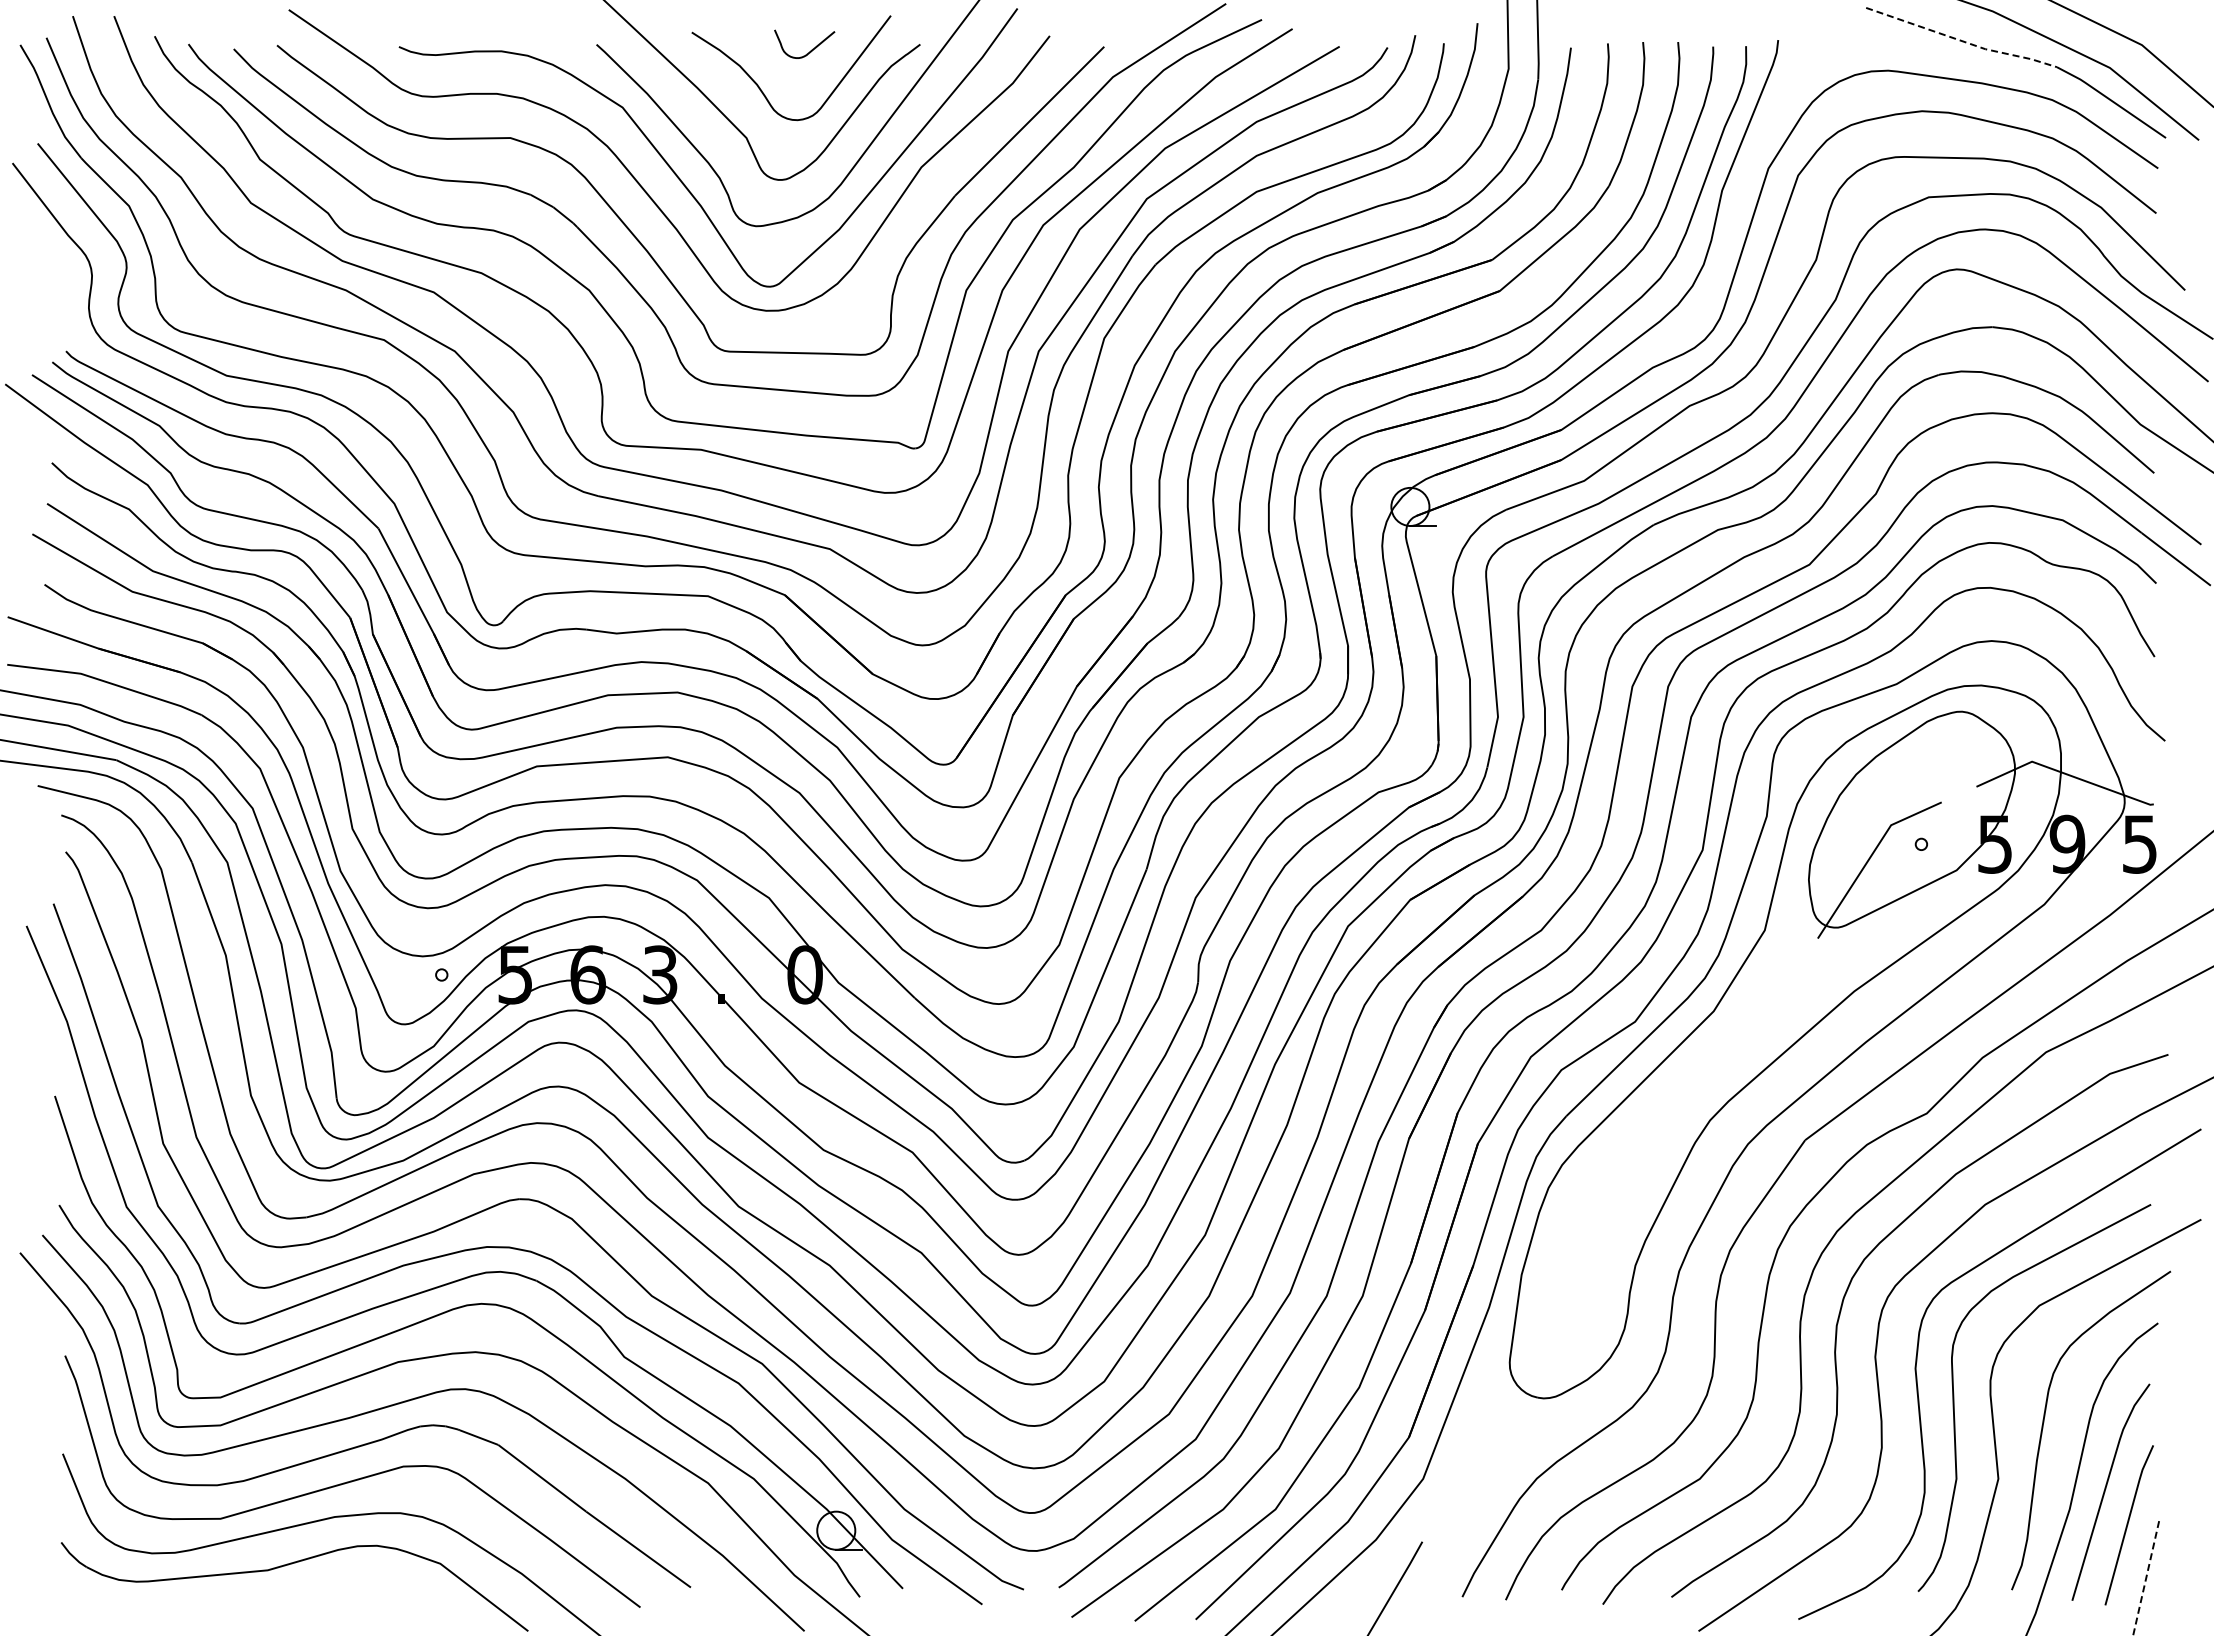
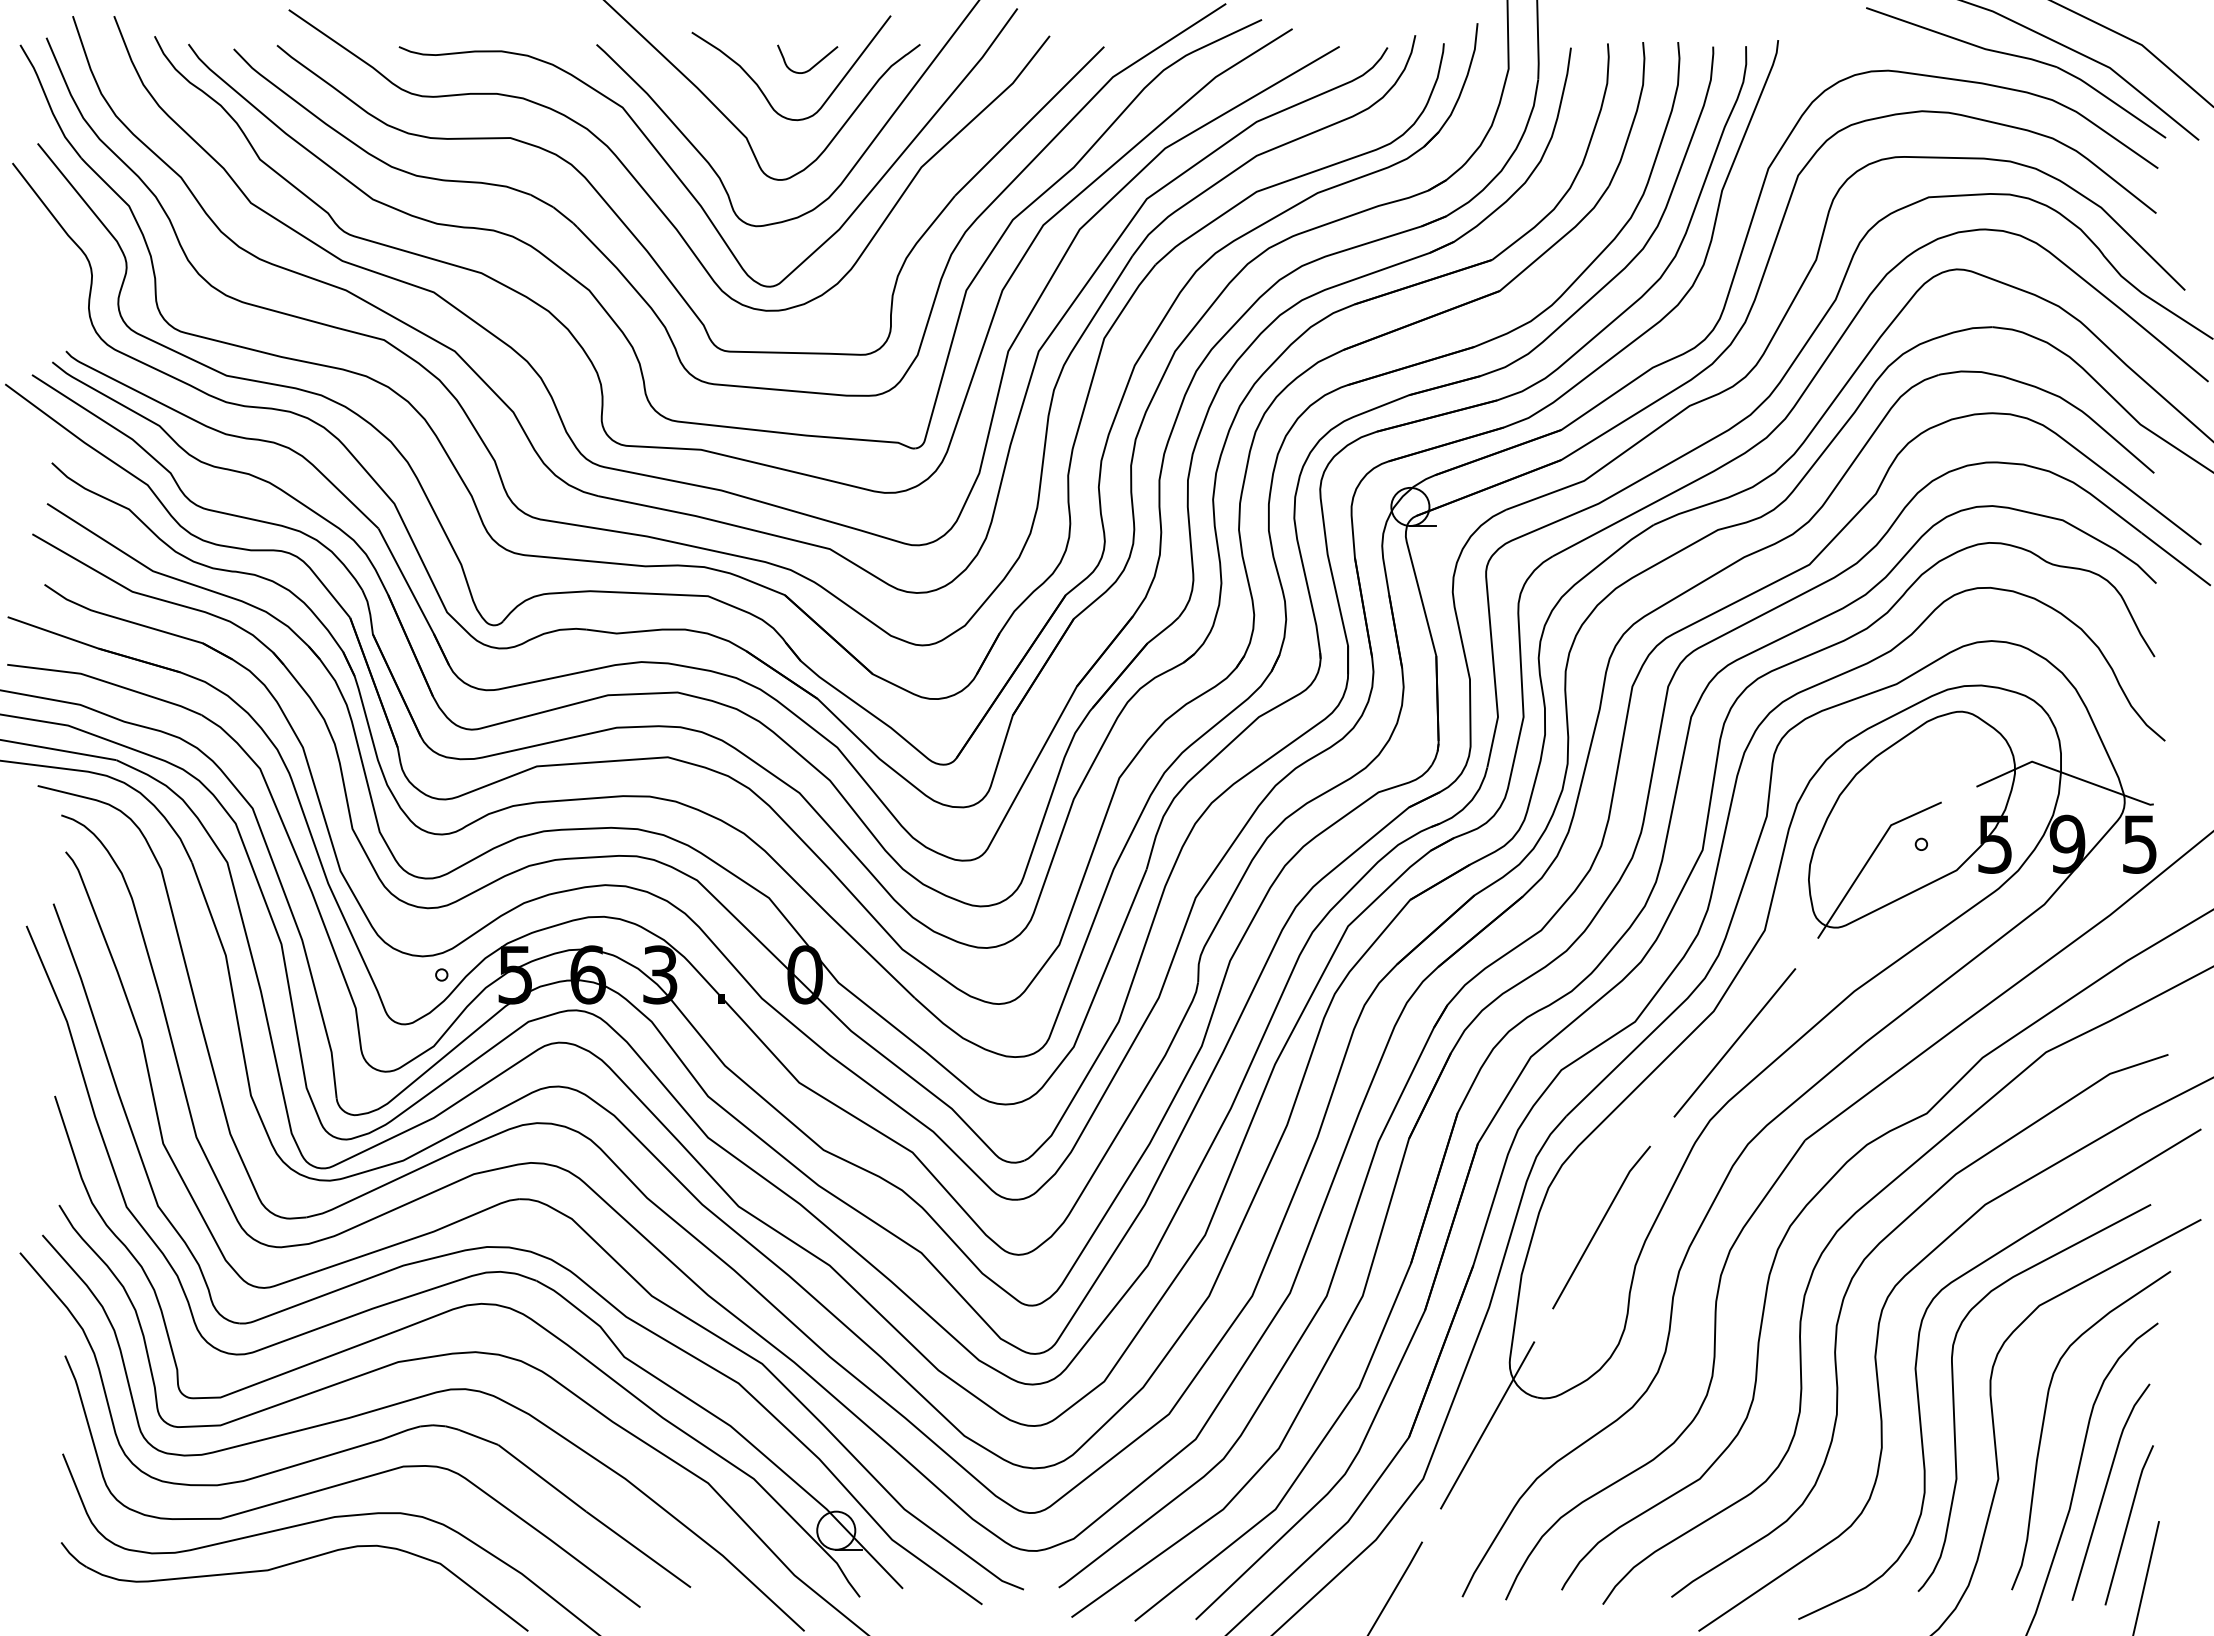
line at (1961, 41): dashed -> solid
curve at (811, 49) position: (811, 49) -> (814, 64)
line at (1734, 1042): none -> present
line at (1600, 1226): none -> present
line at (1487, 1425): none -> present
line at (2146, 1578): dashed -> solid
